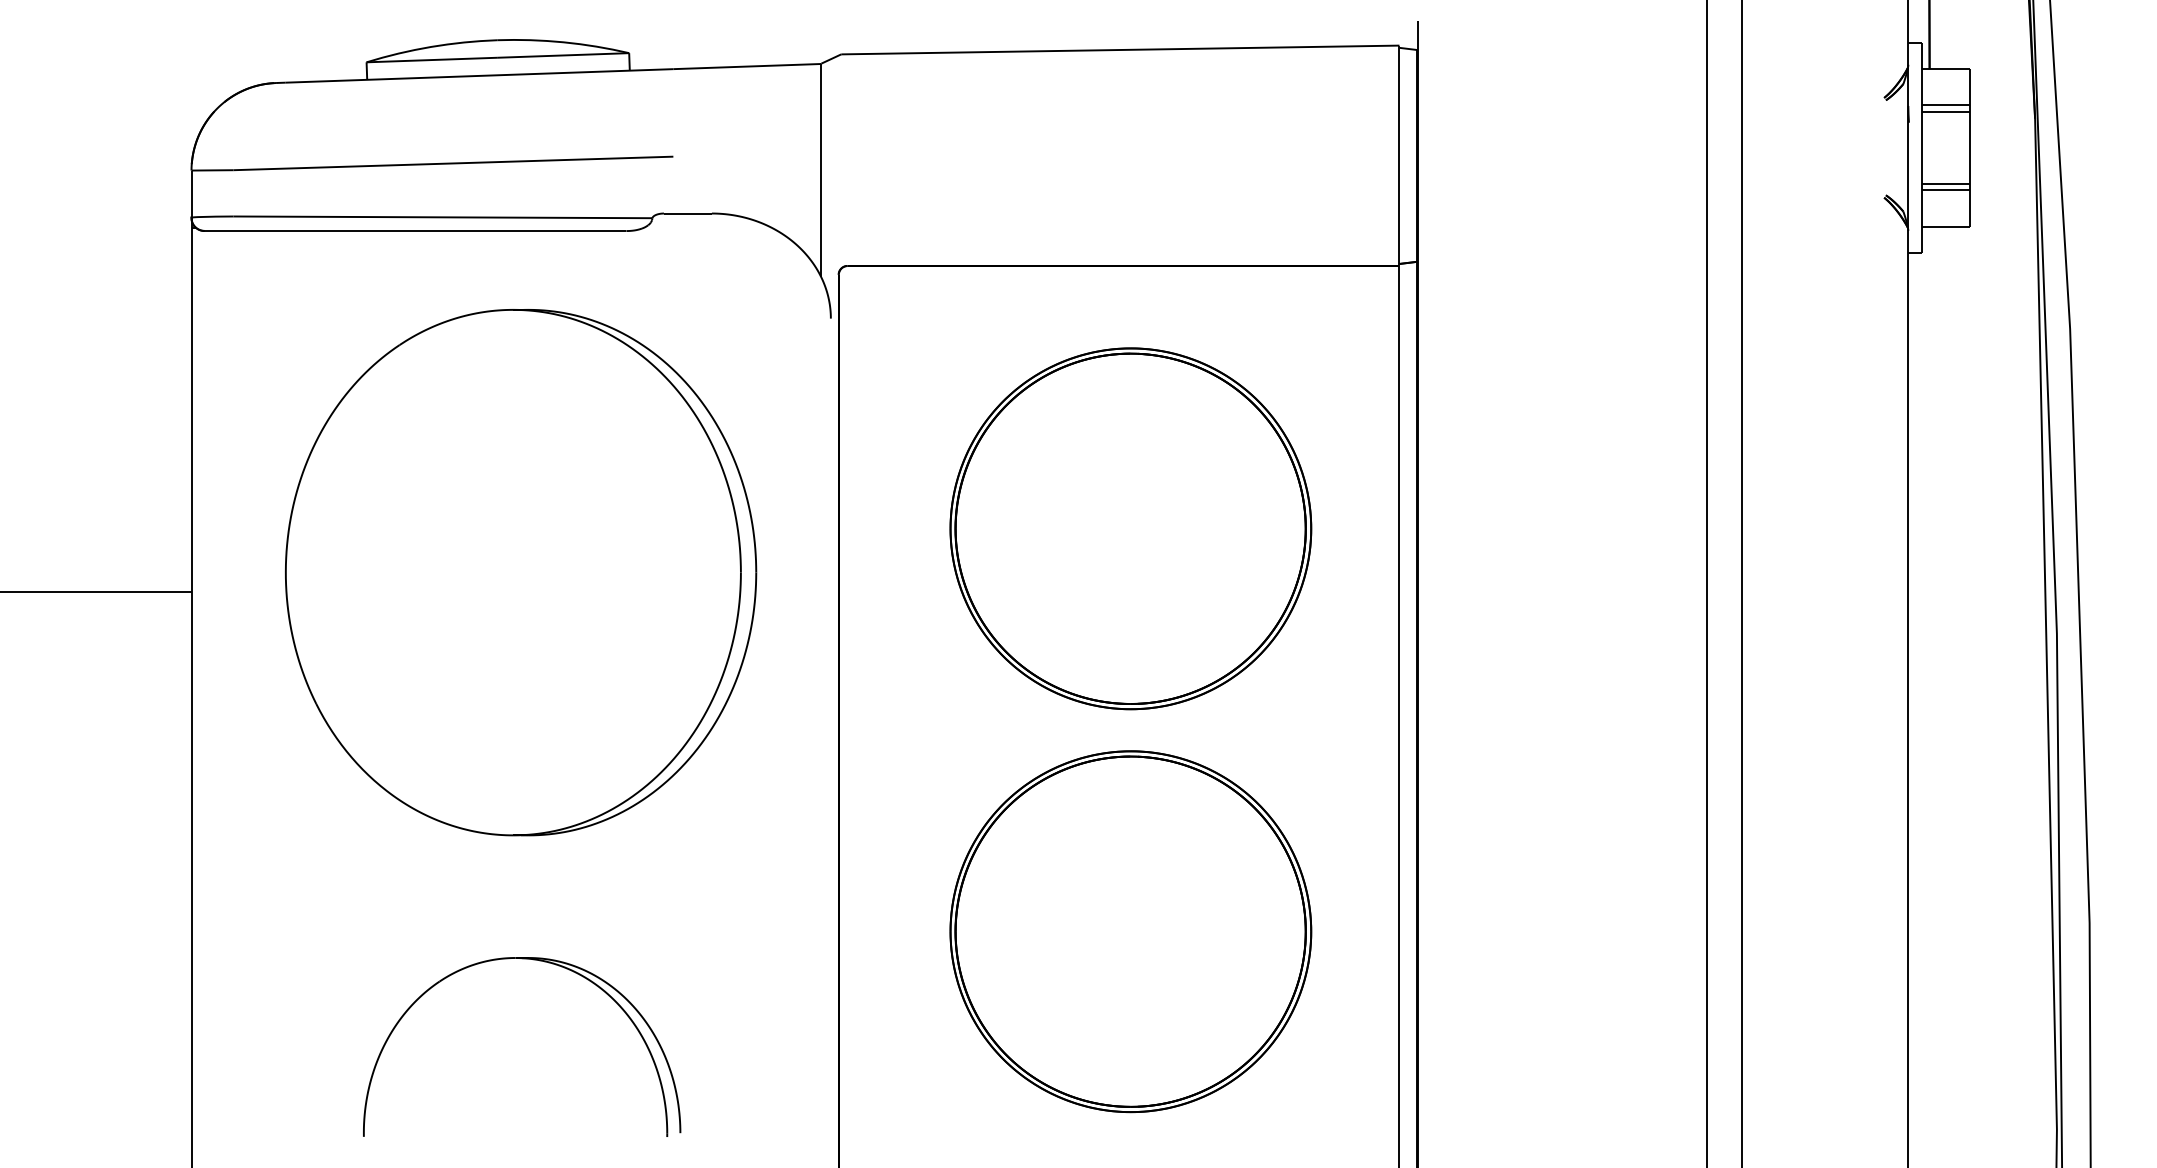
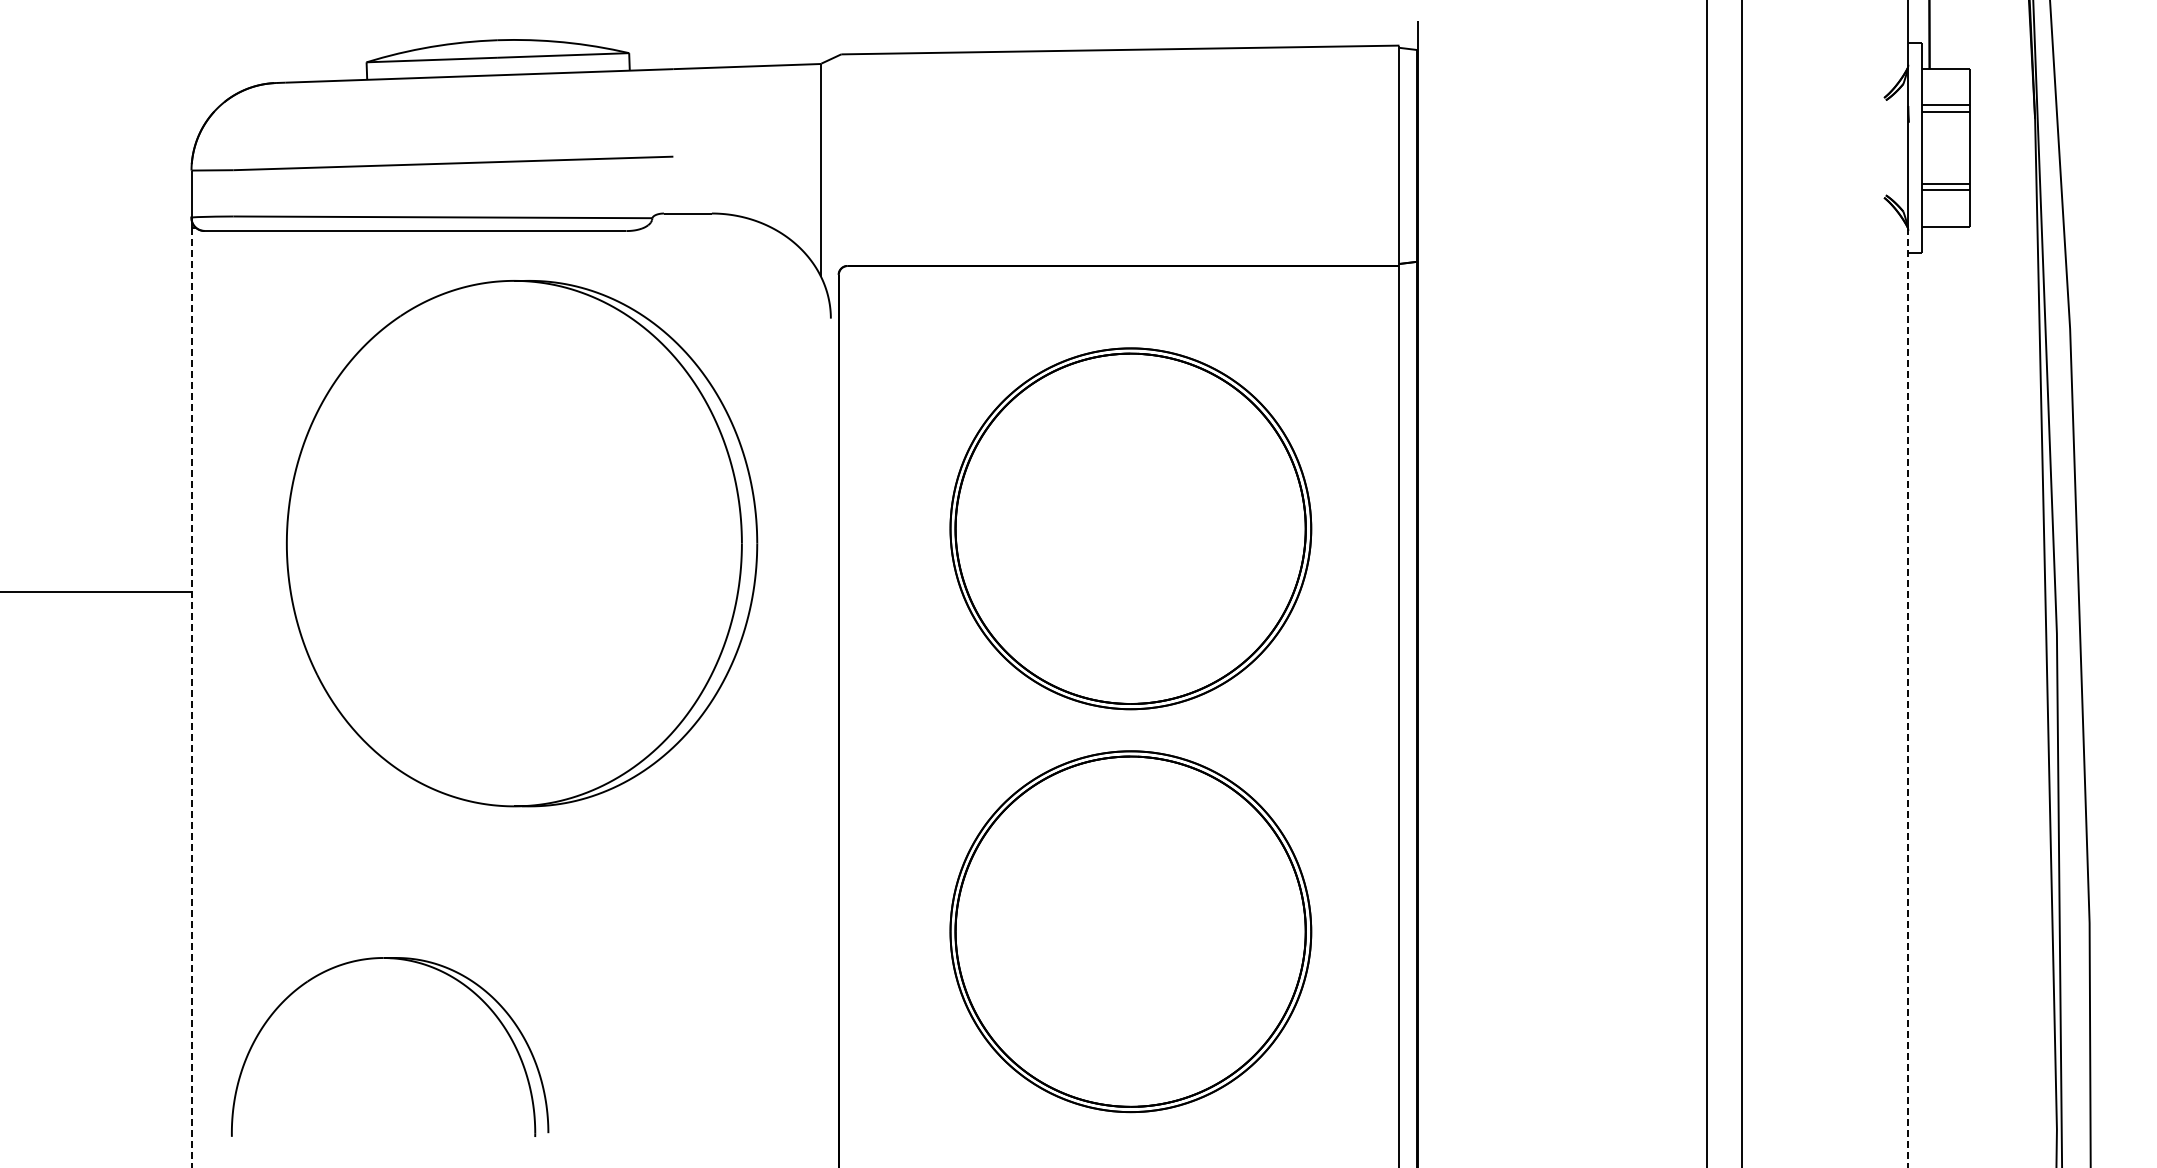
part at (521, 572) position: (521, 572) -> (522, 543)
line at (191, 697): solid -> dashed
line at (1908, 698): solid -> dashed
part at (539, 961) position: (539, 961) -> (407, 961)
